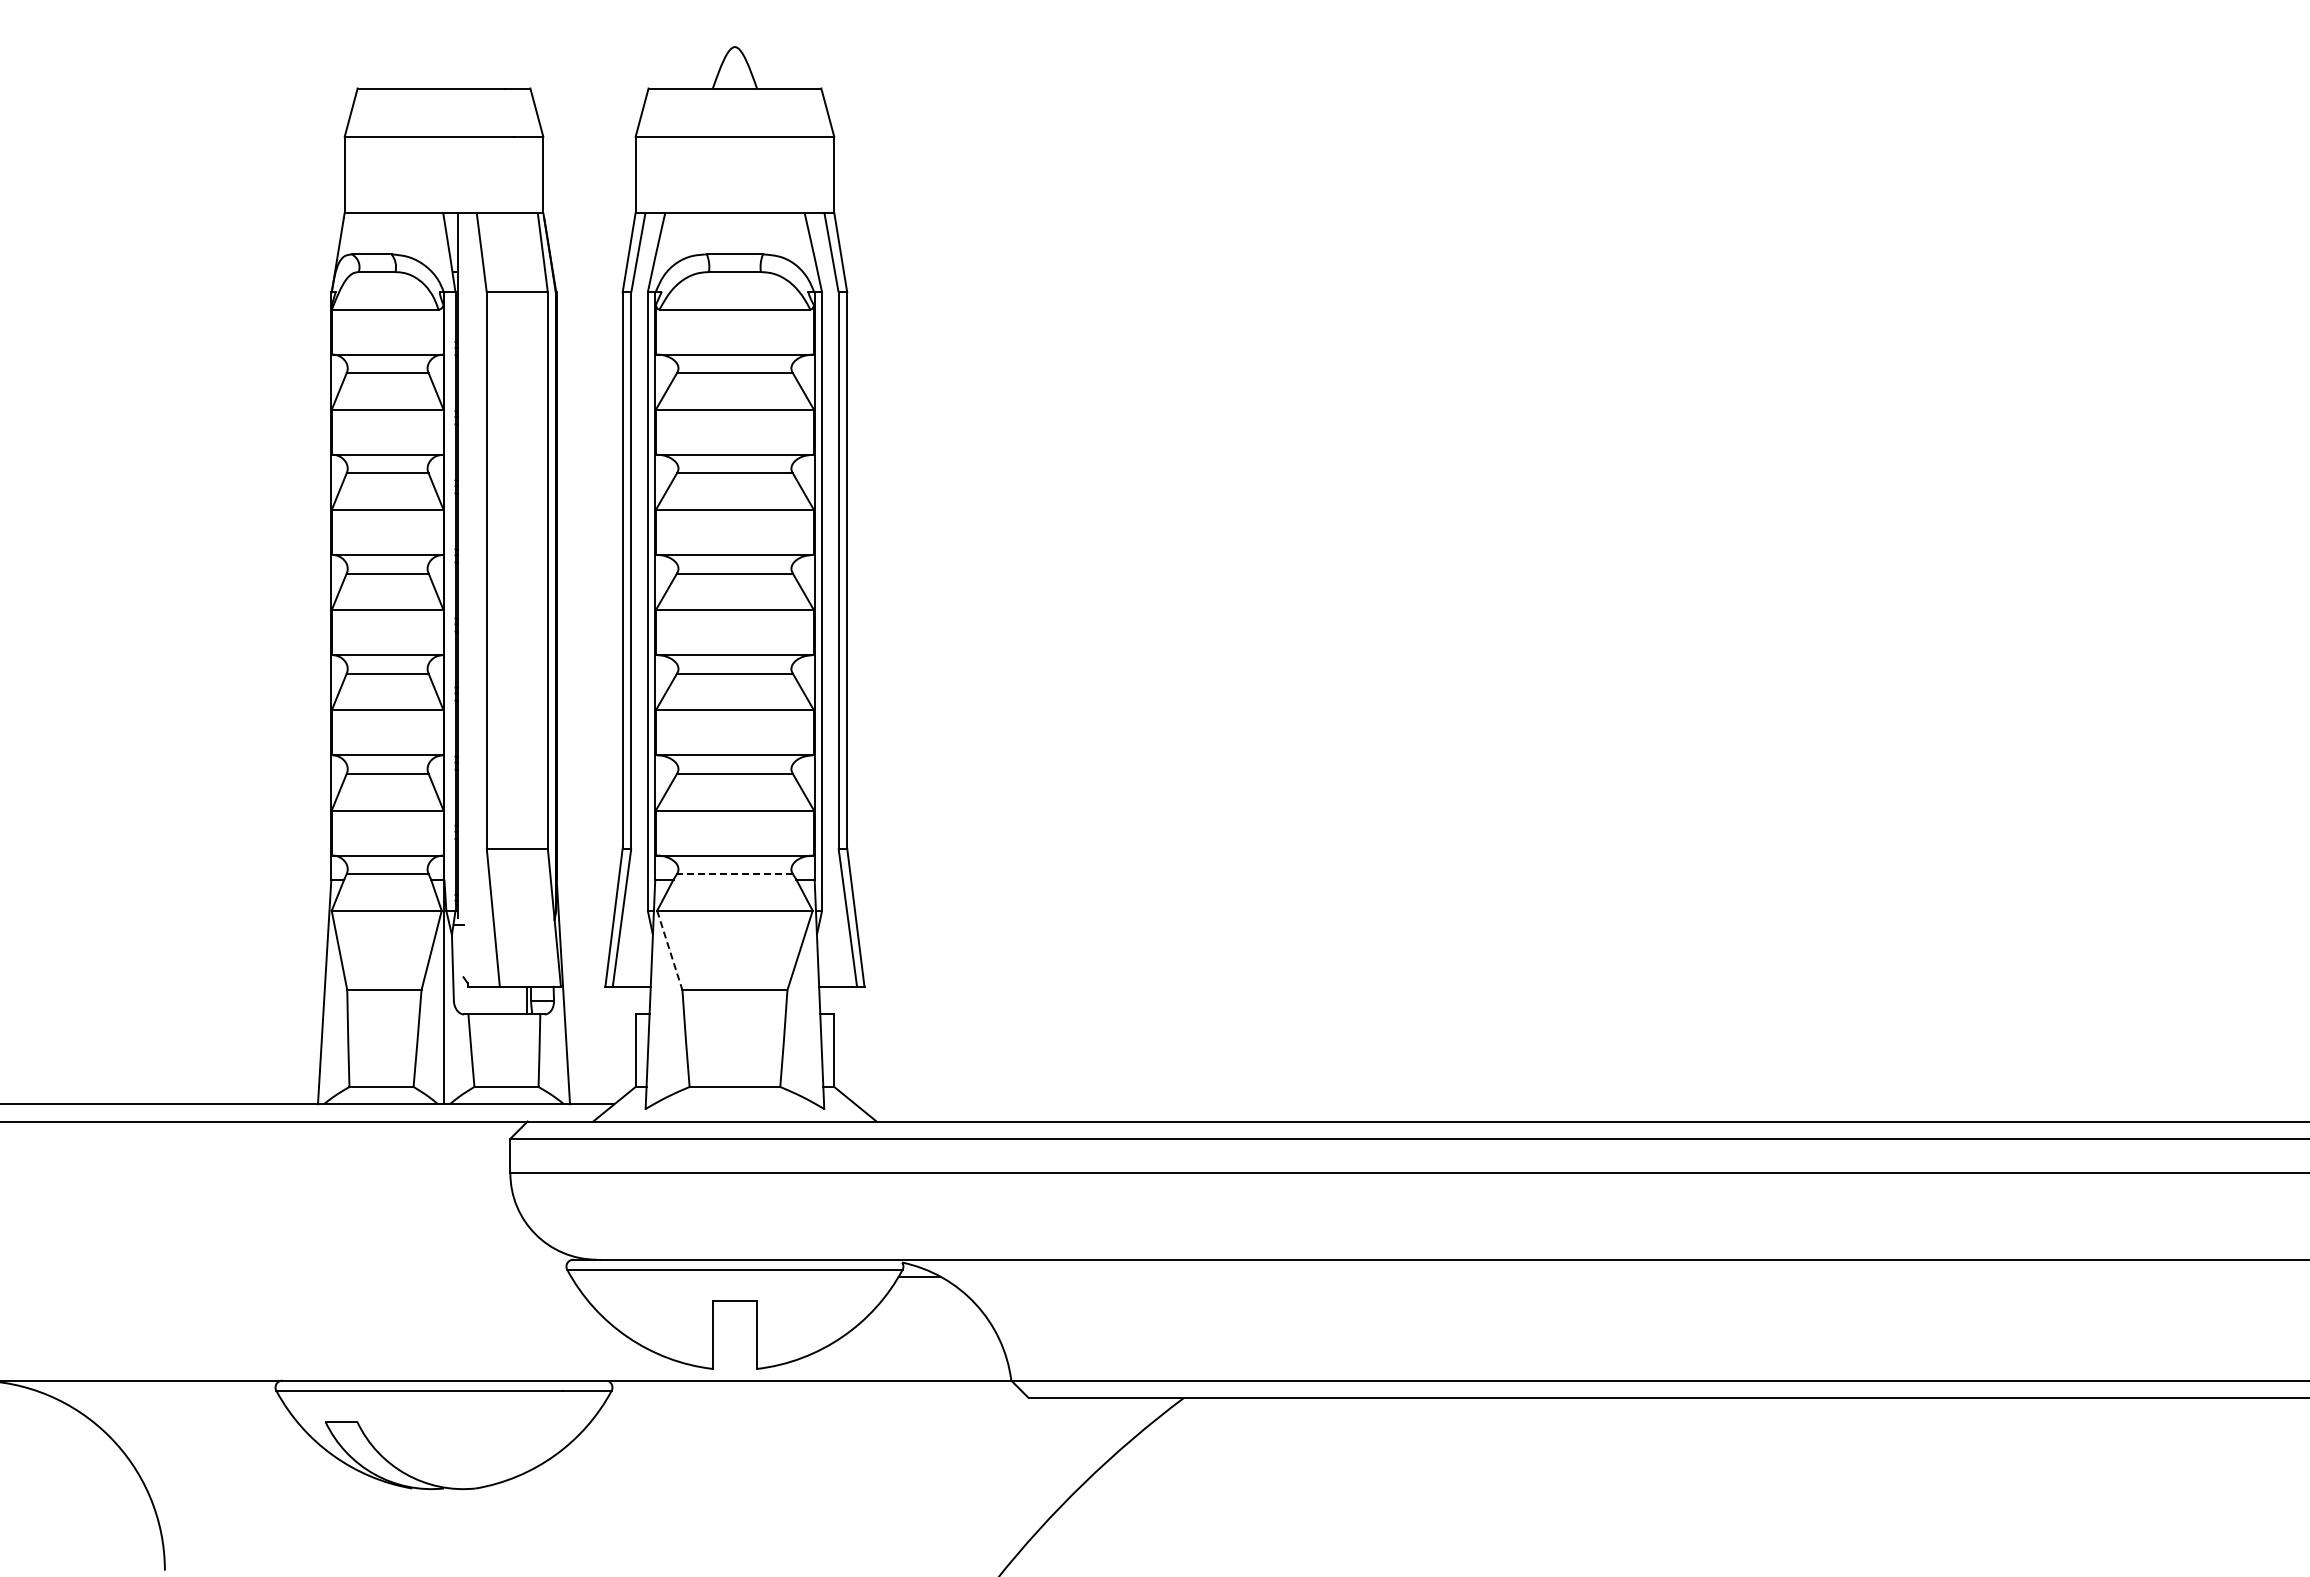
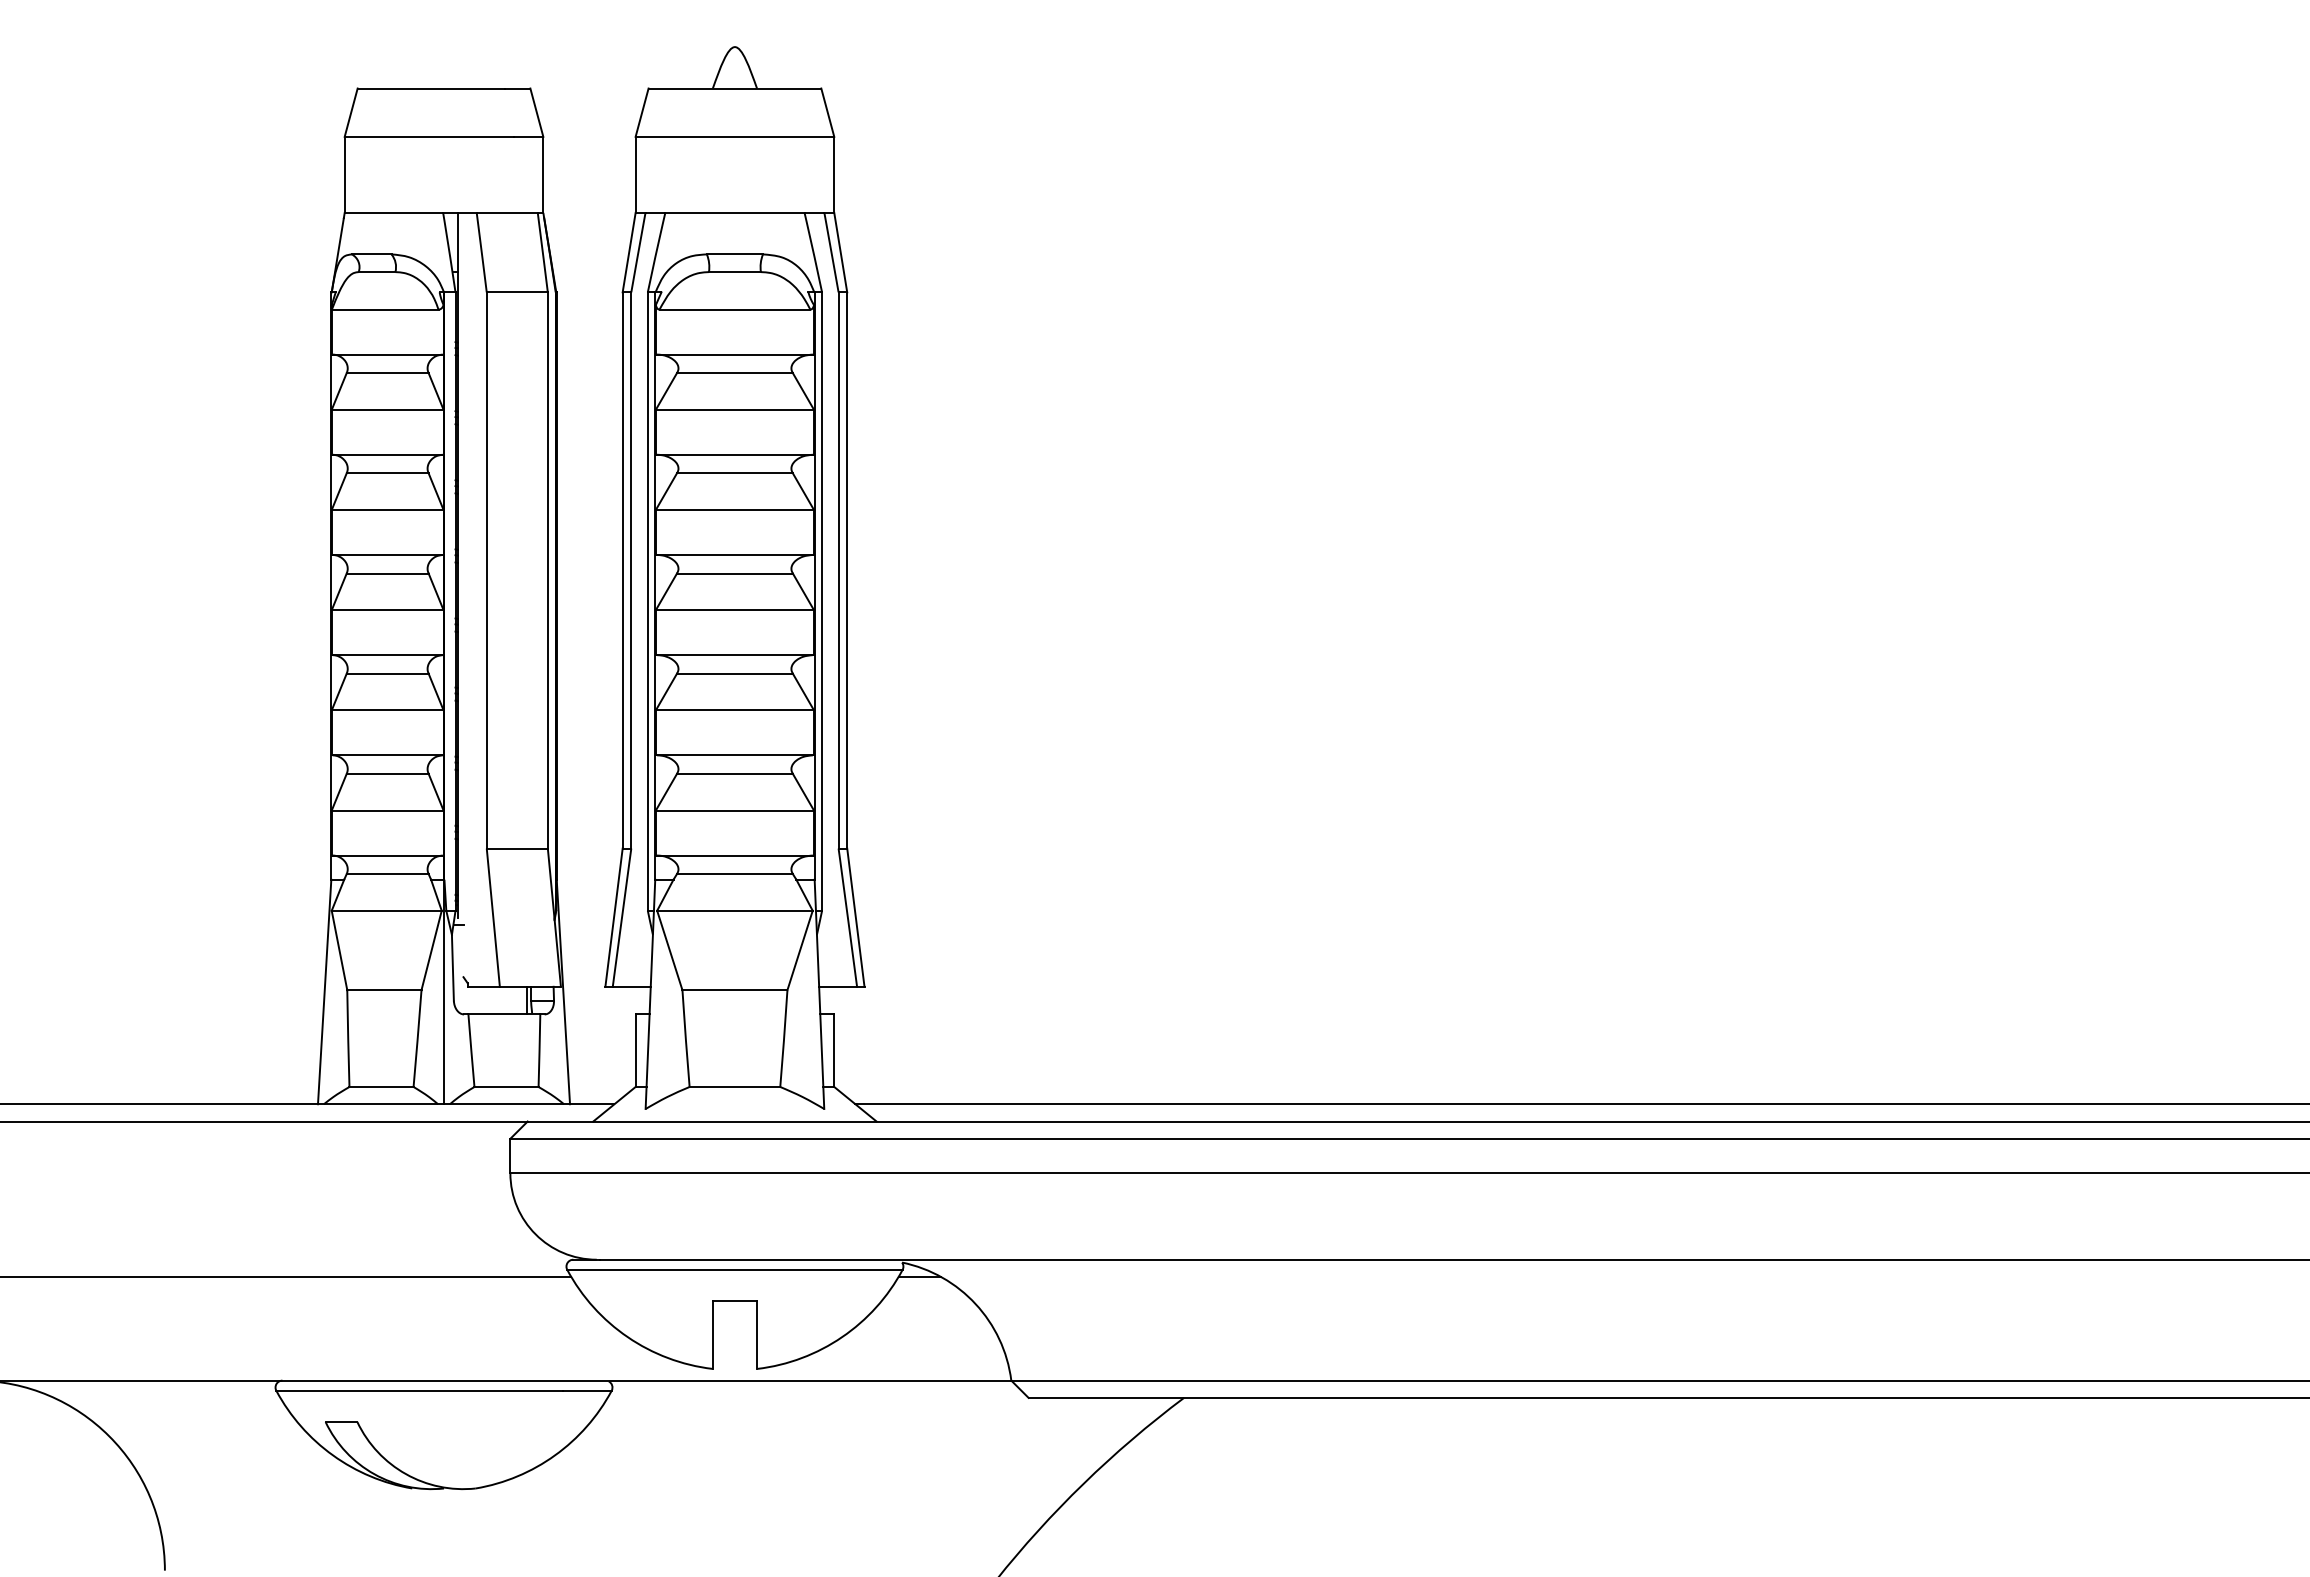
line at (734, 874): dashed -> solid
line at (669, 950): dashed -> solid
line at (1580, 1104): none -> present
line at (286, 1276): none -> present
